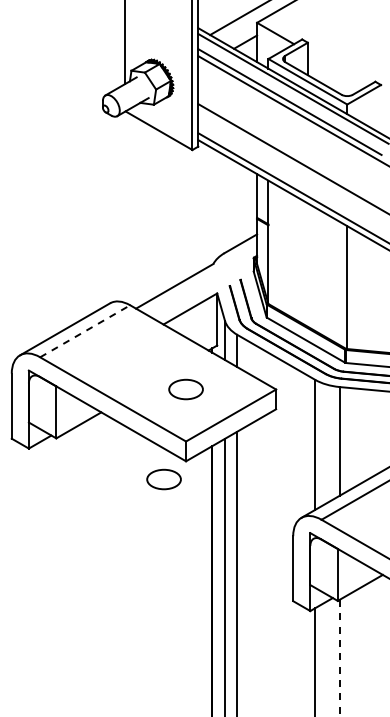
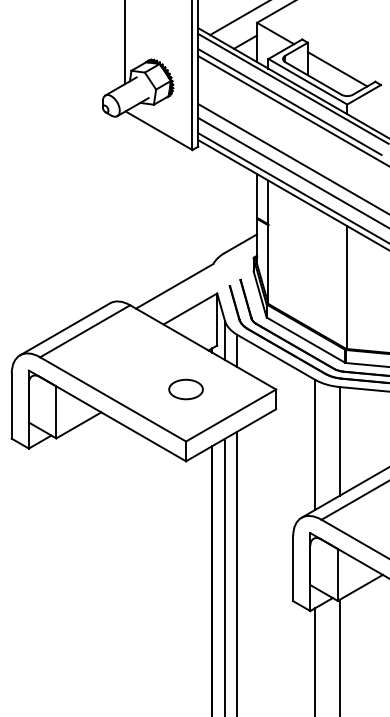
line at (337, 69): none -> present
line at (292, 171): none -> present
line at (85, 331): dashed -> solid
part at (163, 479): present -> none
line at (339, 658): dashed -> solid
